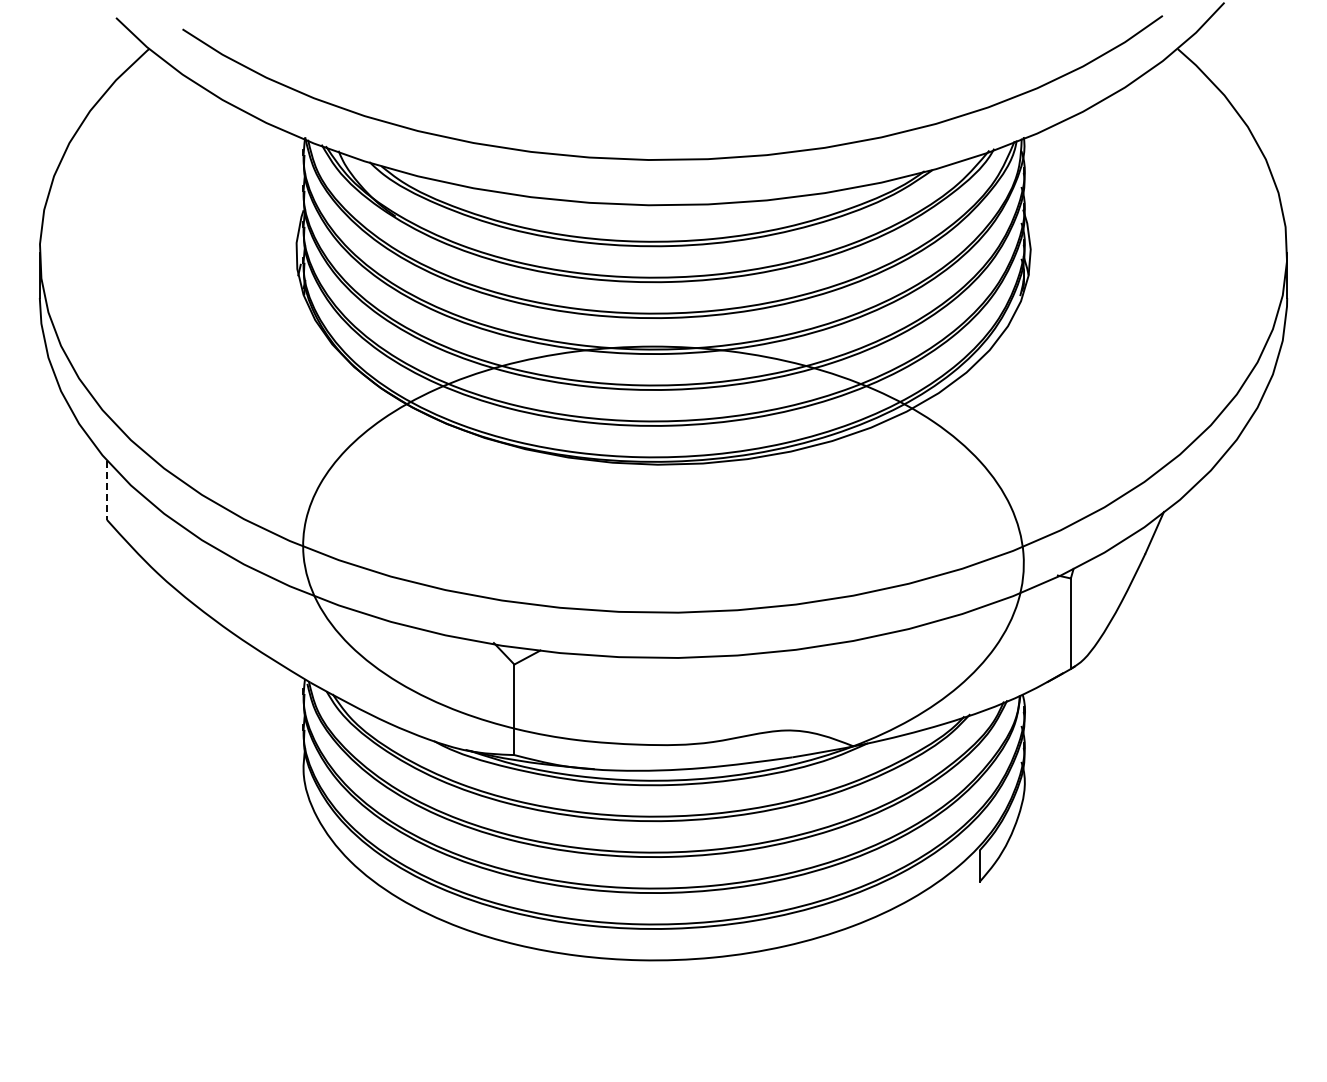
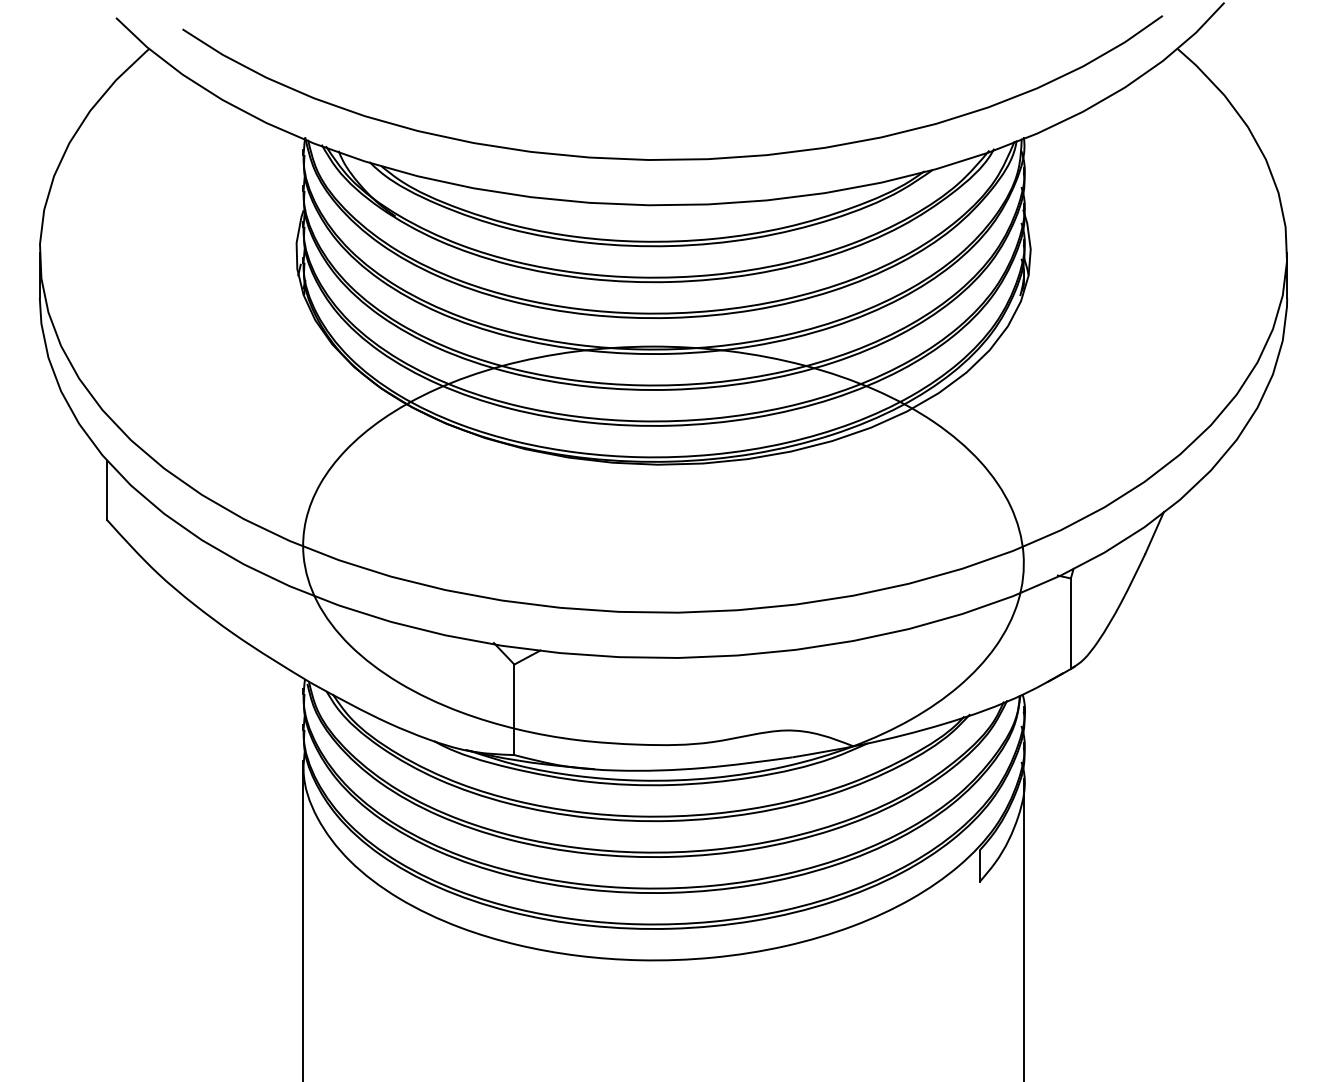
line at (106, 490): dashed -> solid
line at (303, 919): none -> present
line at (1023, 928): none -> present
